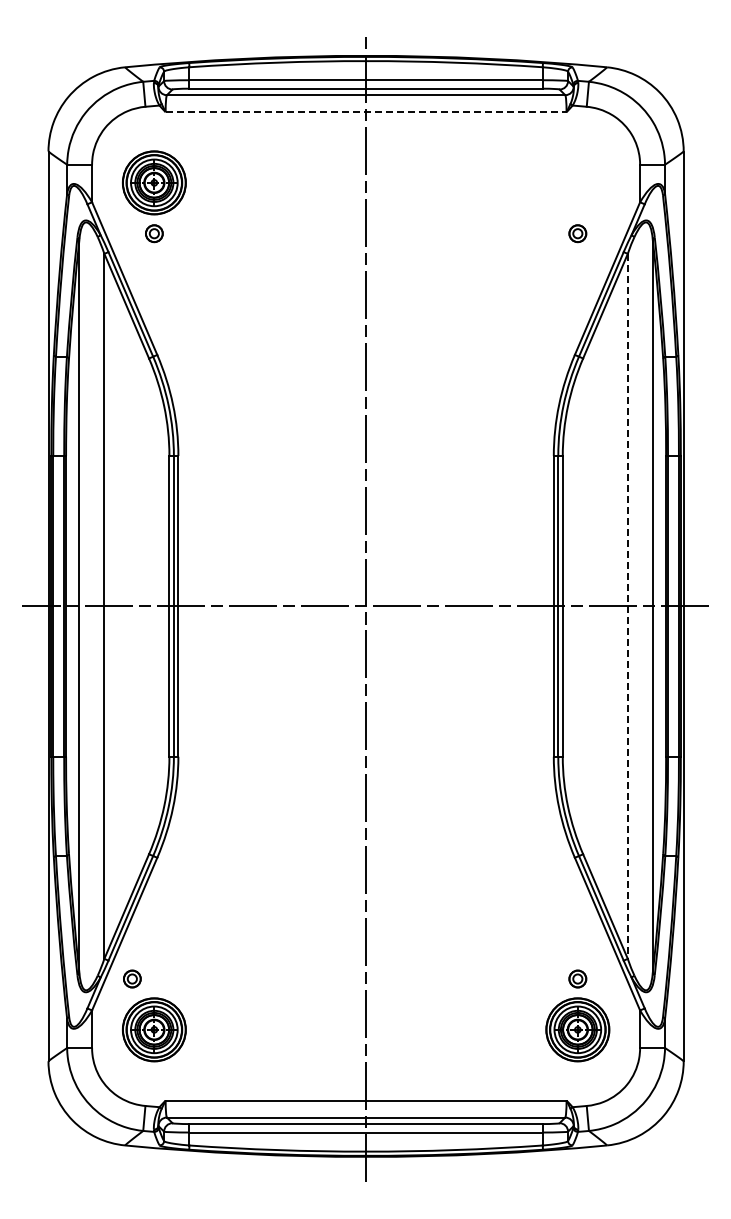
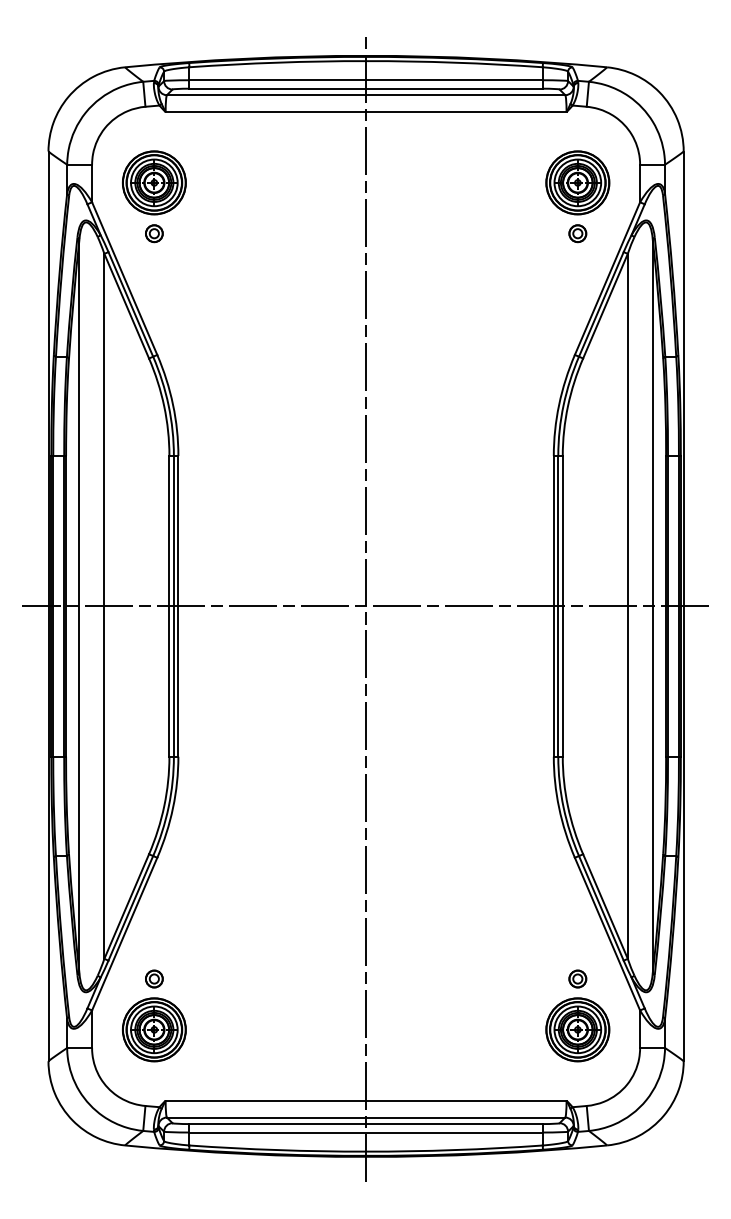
line at (366, 112): dashed -> solid
part at (577, 182): none -> present
line at (627, 606): dashed -> solid
part at (132, 978) position: (132, 978) -> (154, 978)
